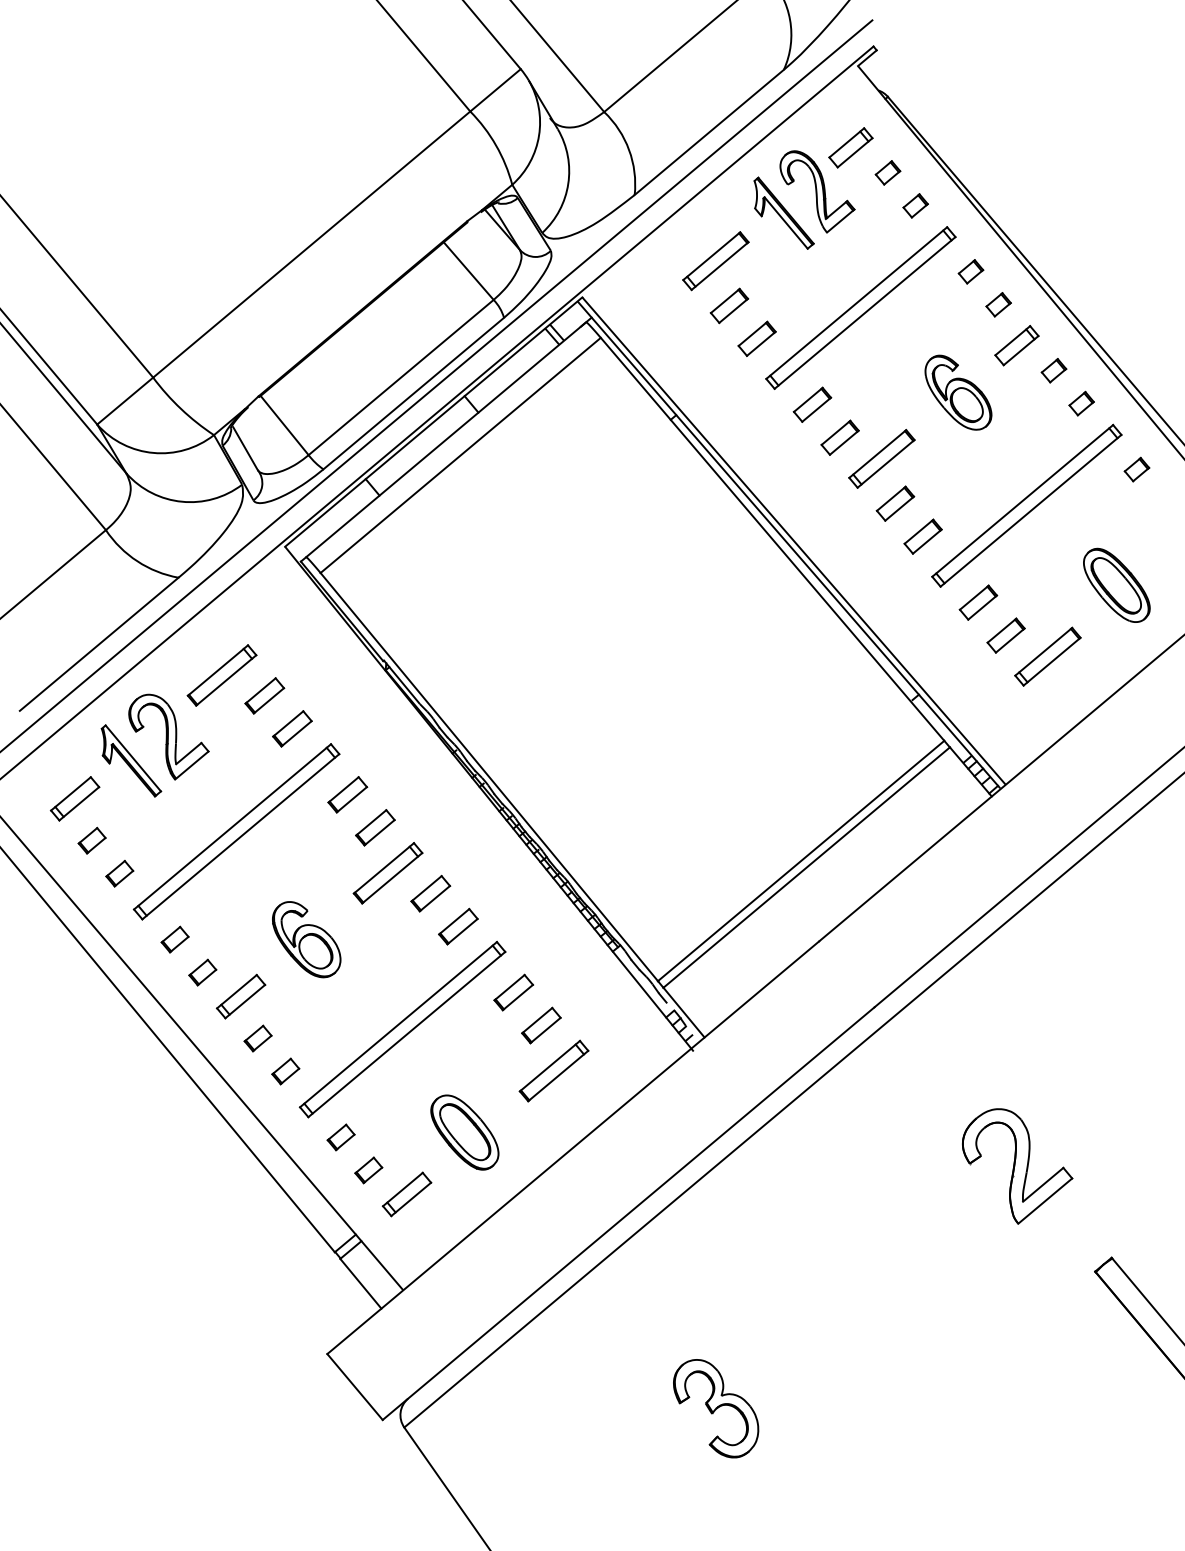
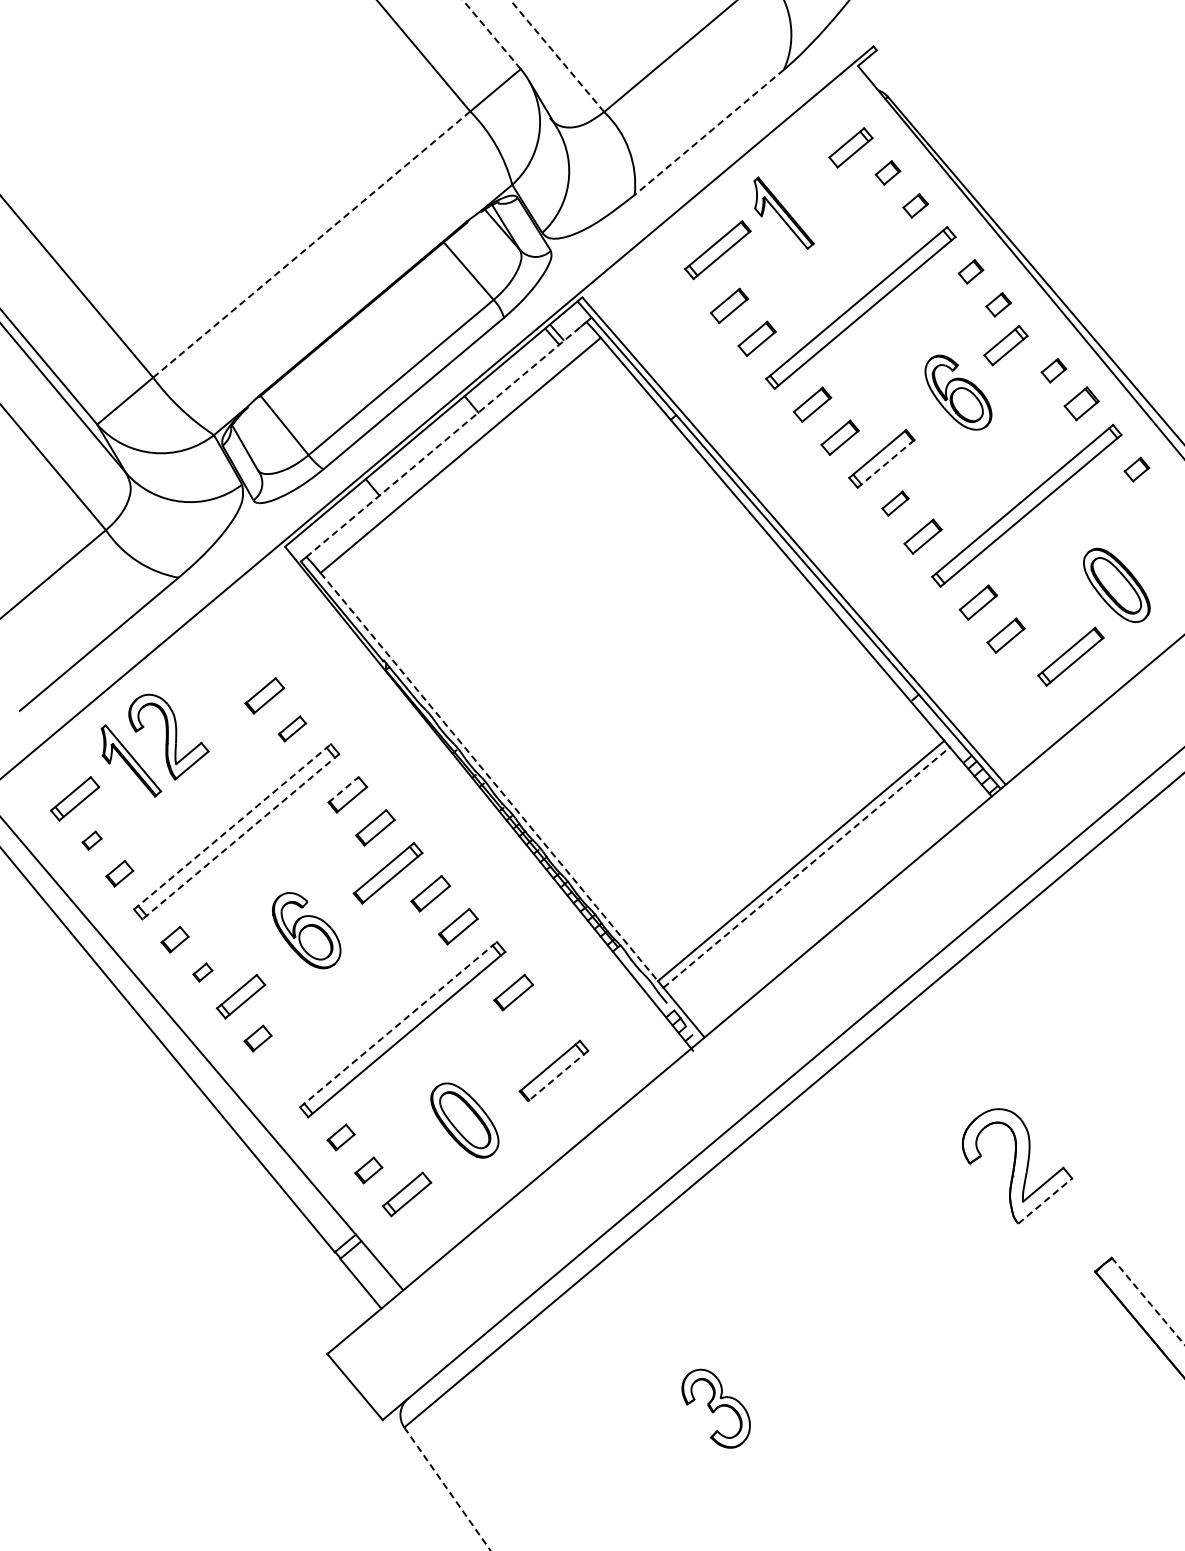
line at (491, 34): solid -> dashed
line at (557, 56): solid -> dashed
line at (708, 132): solid -> dashed
part at (817, 191): present -> none
line at (311, 244): solid -> dashed
part at (715, 261) position: (715, 261) -> (717, 250)
part at (1016, 345) position: (1016, 345) -> (1005, 345)
line at (437, 385): present -> none
part at (1081, 403) size: 27x27 px -> 37x36 px
line at (446, 439): solid -> dashed
line at (885, 464): solid -> dashed
part at (895, 503) size: 41x37 px -> 29x27 px
part at (1047, 656) position: (1047, 656) -> (1070, 656)
part at (221, 675): present -> none
part at (292, 728) size: 41x38 px -> 31x28 px
line at (489, 777): solid -> dashed
line at (343, 789): solid -> dashed
line at (232, 826): solid -> dashed
line at (240, 836): solid -> dashed
part at (91, 840) size: 30x29 px -> 22x21 px
line at (806, 867): solid -> dashed
part at (306, 939) position: (306, 939) -> (306, 930)
part at (202, 972) size: 30x29 px -> 22x21 px
line at (398, 1024): solid -> dashed
part at (541, 1025): present -> none
part at (285, 1071): present -> none
line at (557, 1076): solid -> dashed
part at (464, 1132) position: (464, 1132) -> (464, 1120)
line at (1045, 1200): solid -> dashed
line at (1148, 1301): solid -> dashed
part at (716, 1408) size: 87x100 px -> 70x81 px
line at (447, 1488): solid -> dashed
